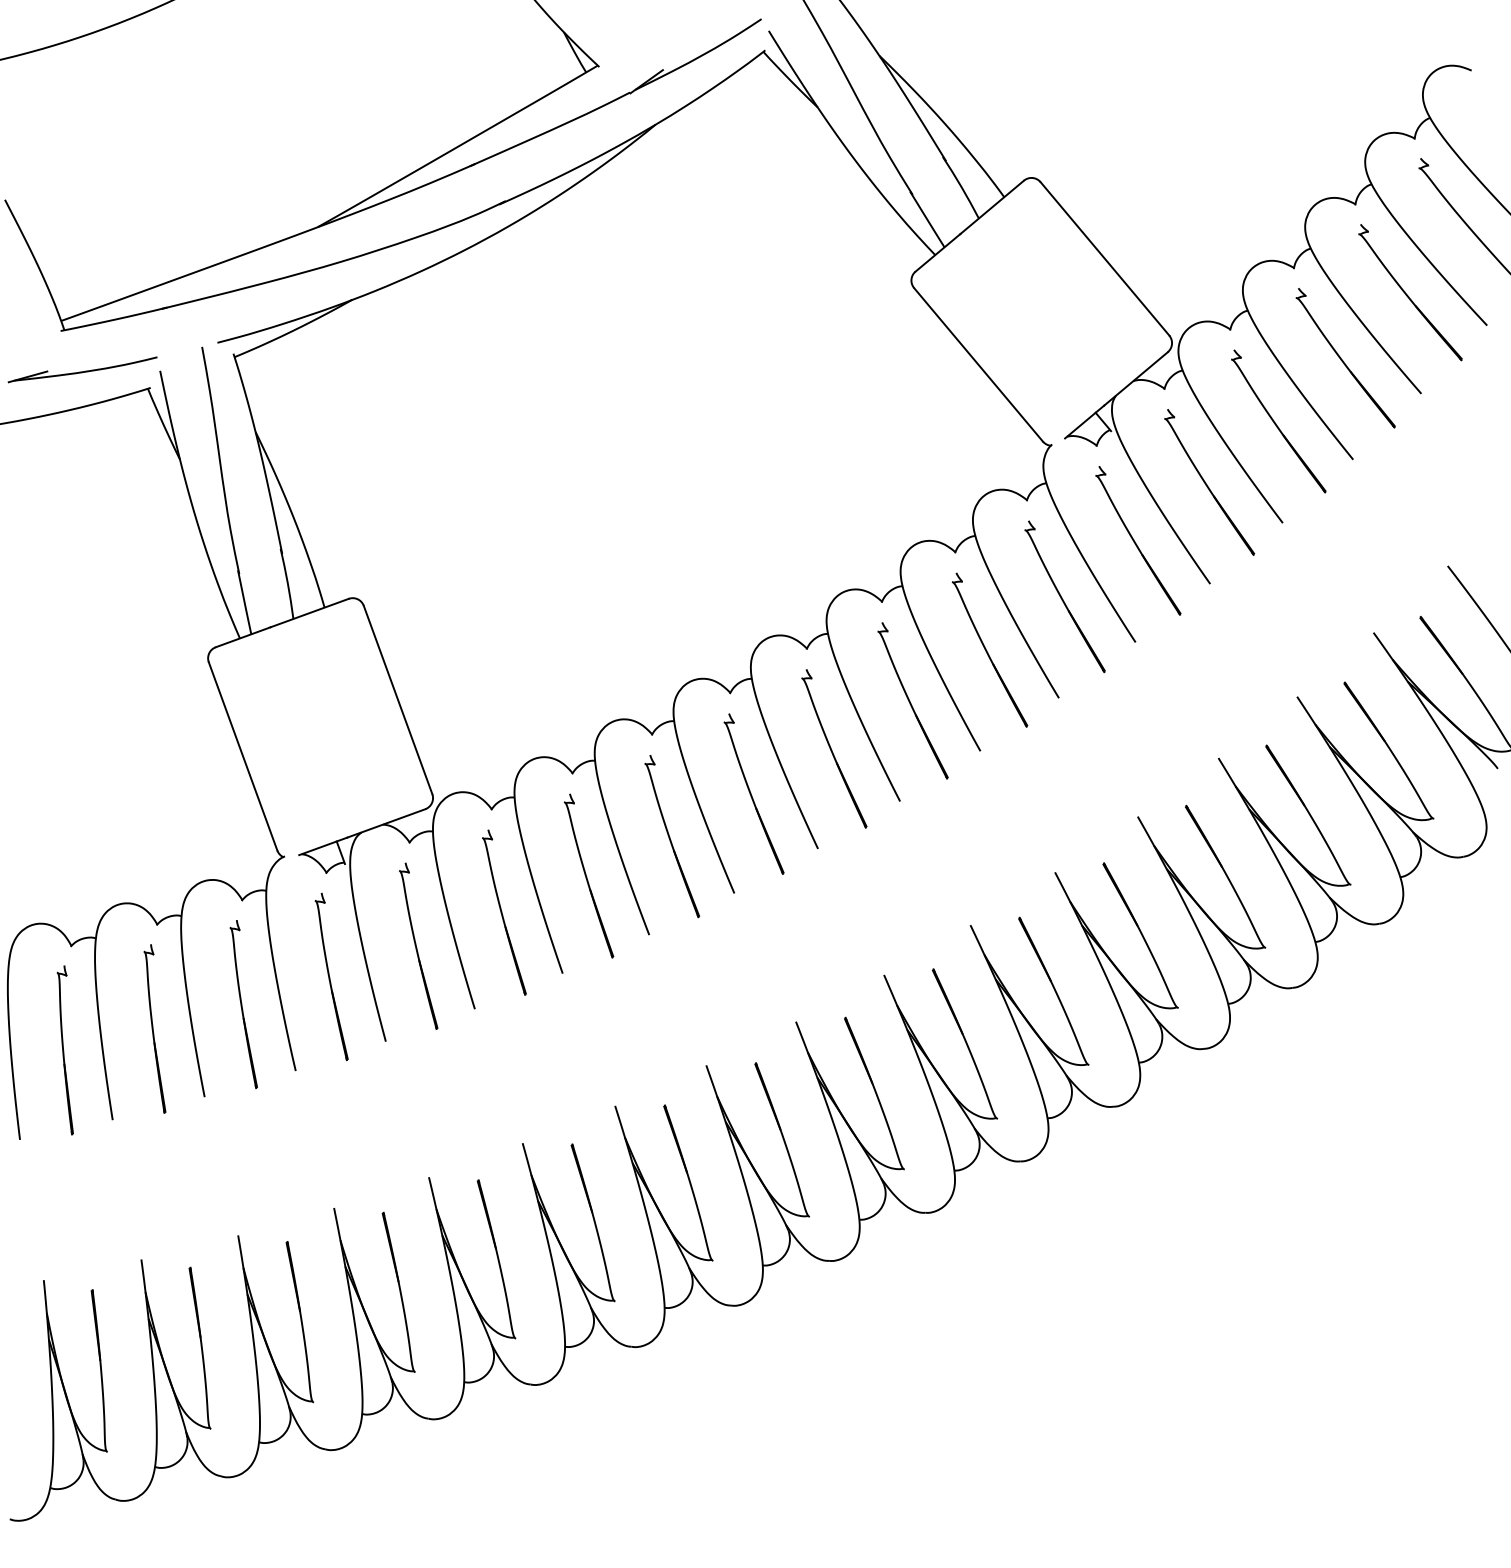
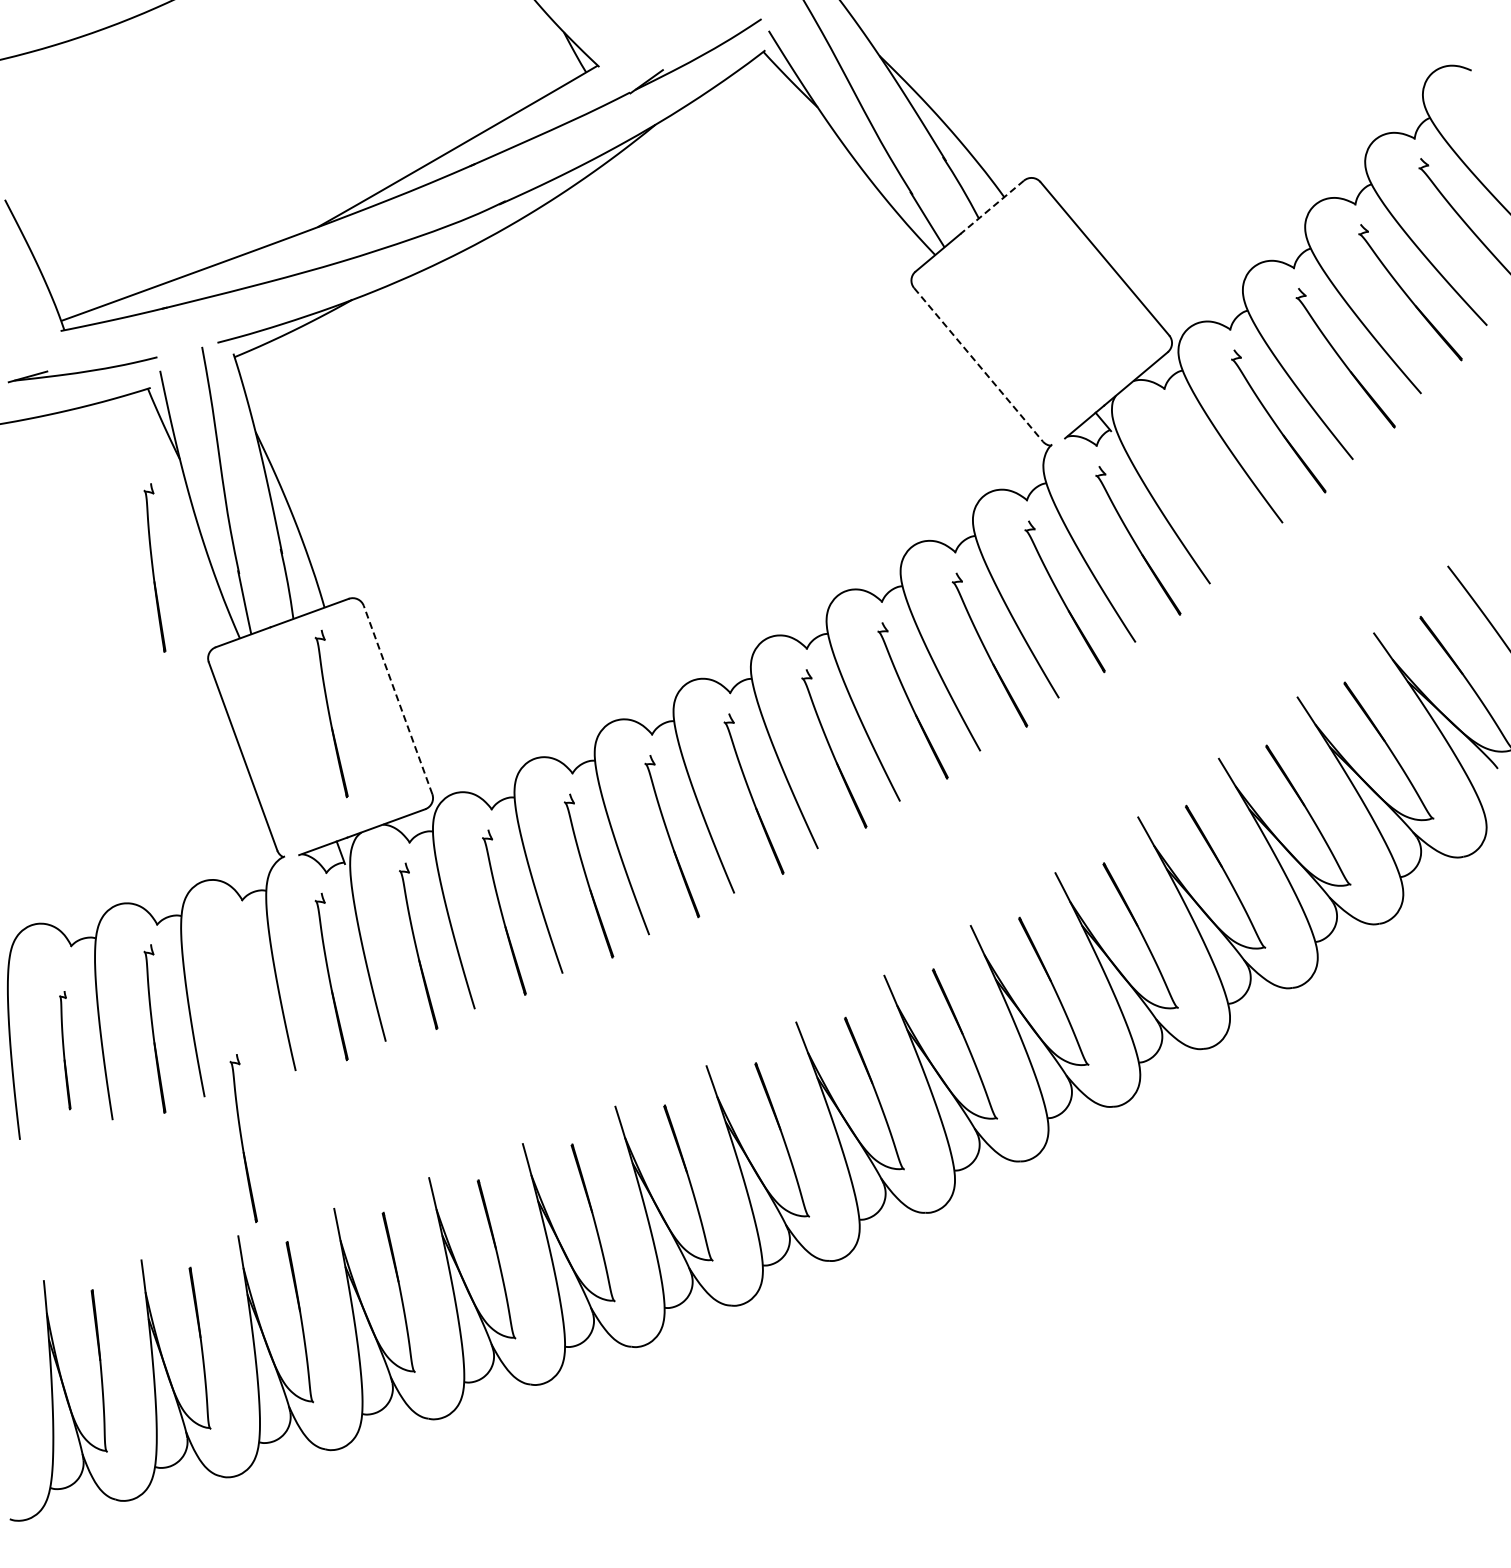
line at (992, 207): solid -> dashed
line at (978, 365): solid -> dashed
part at (1209, 482): present -> none
part at (154, 567): none -> present
line at (397, 699): solid -> dashed
part at (331, 713): none -> present
part at (243, 1004) position: (243, 1004) -> (243, 1138)
part at (64, 1050) size: 18x171 px -> 13x120 px
